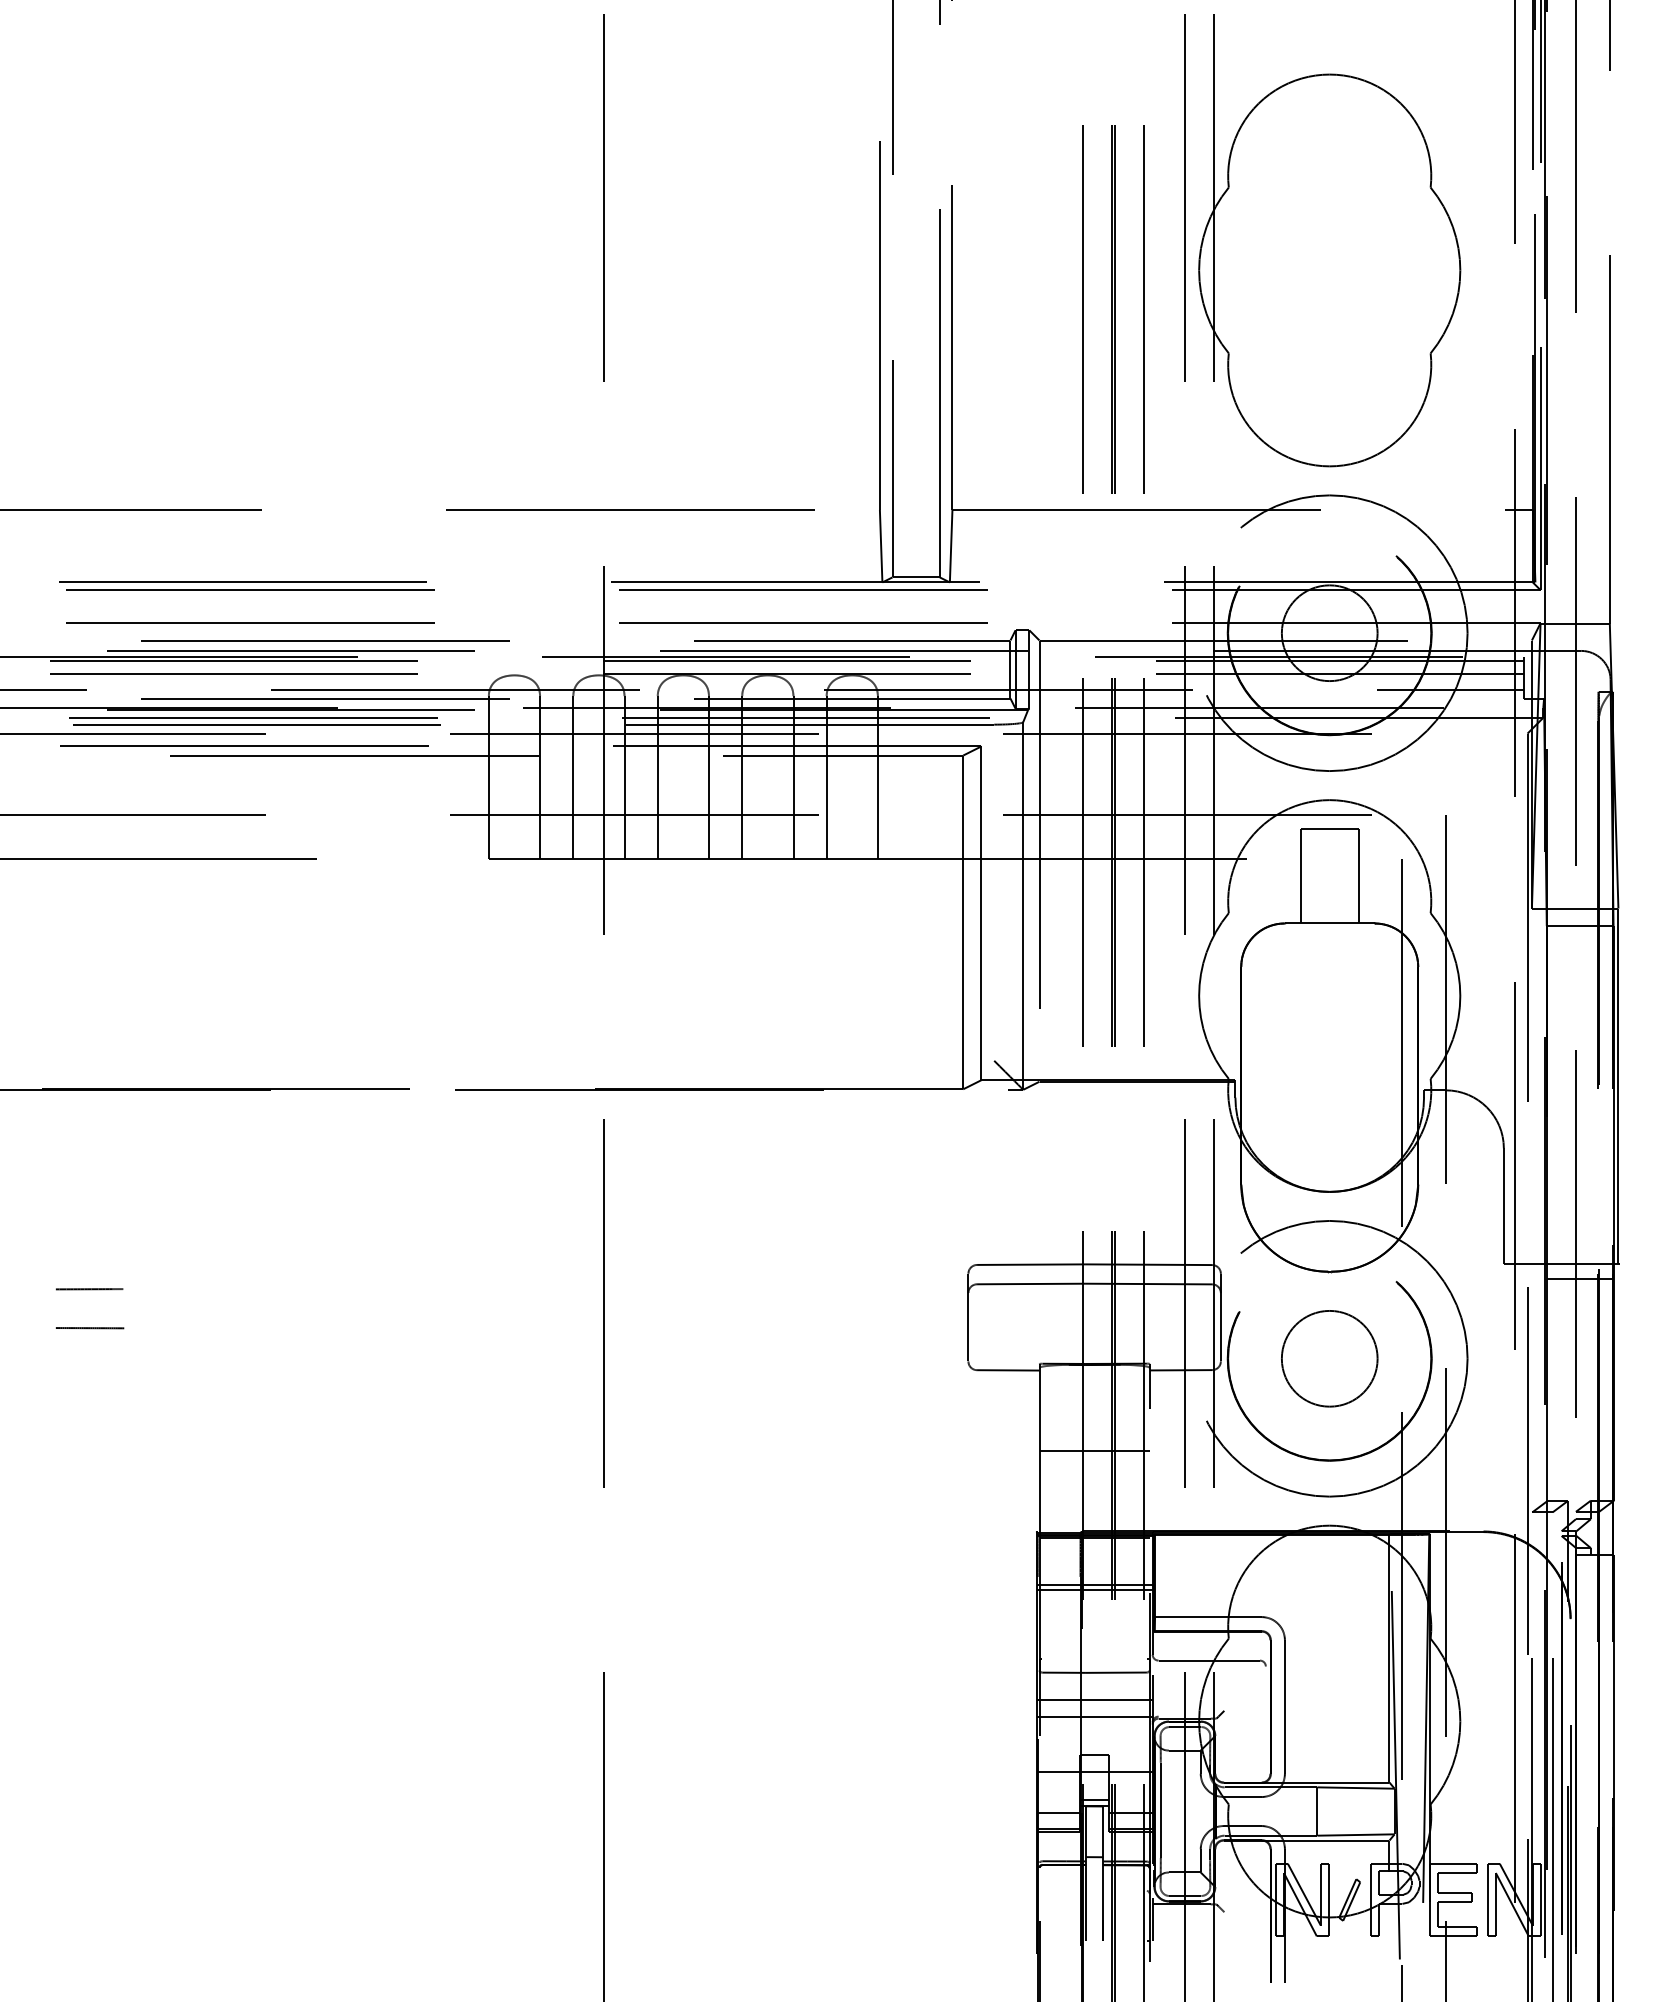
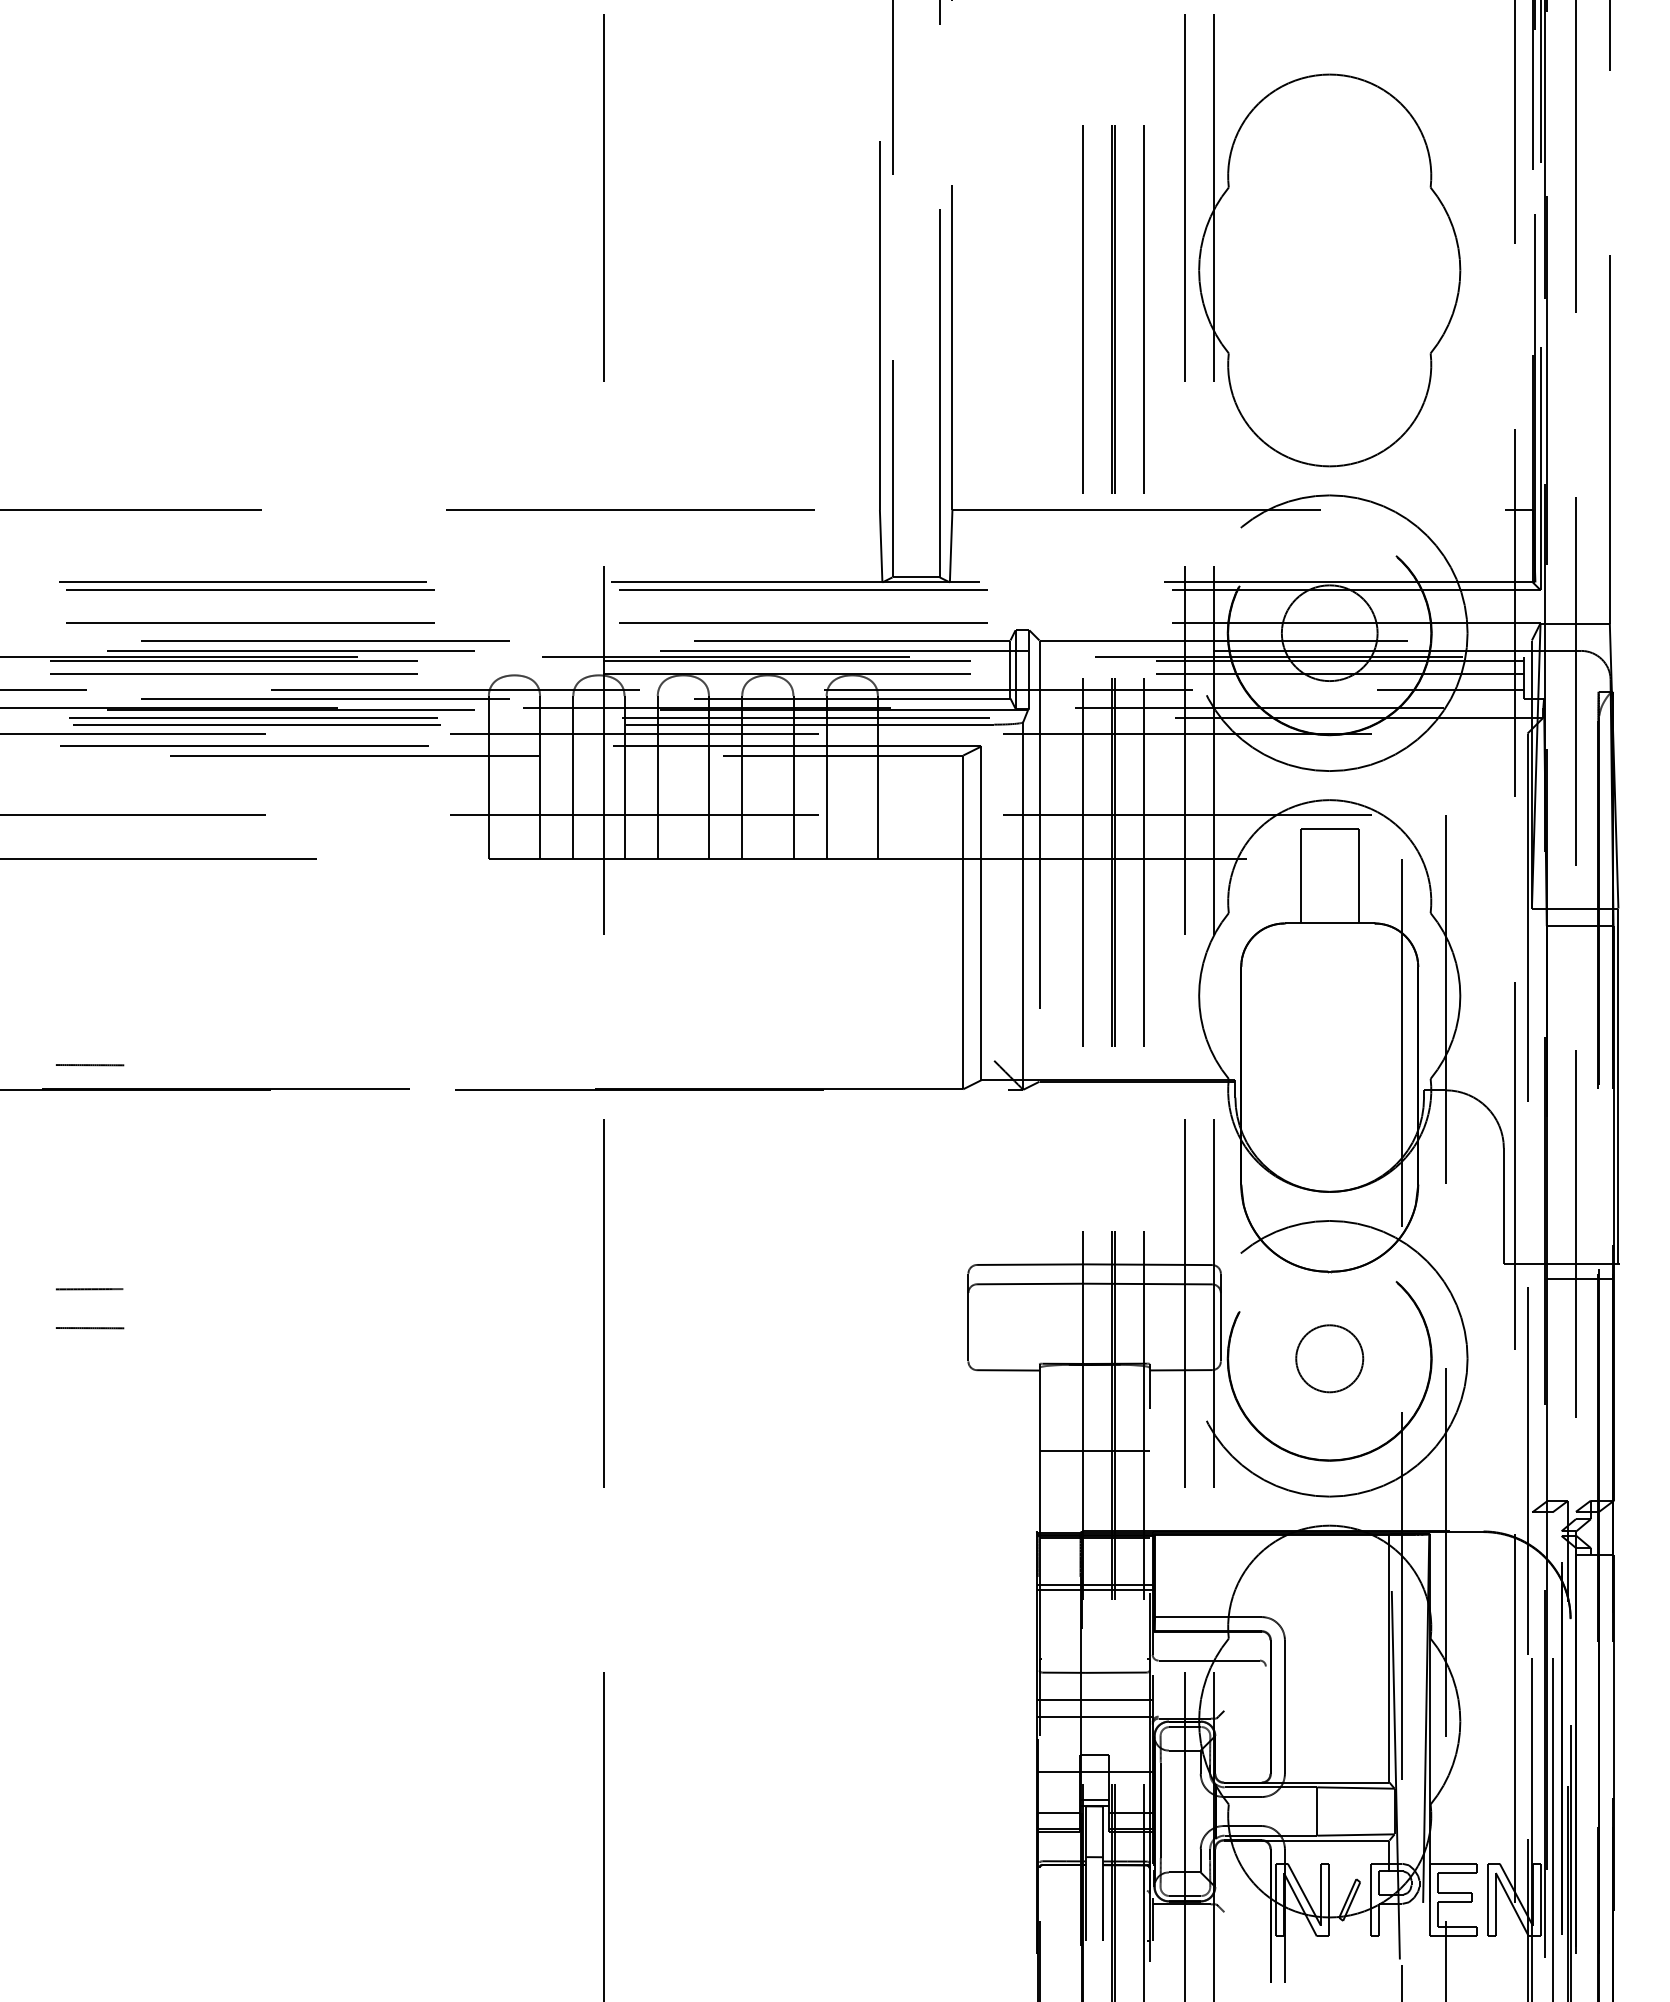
line at (89, 1065): none -> present
circle at (1329, 1358) diameter: 96 px -> 67 px
